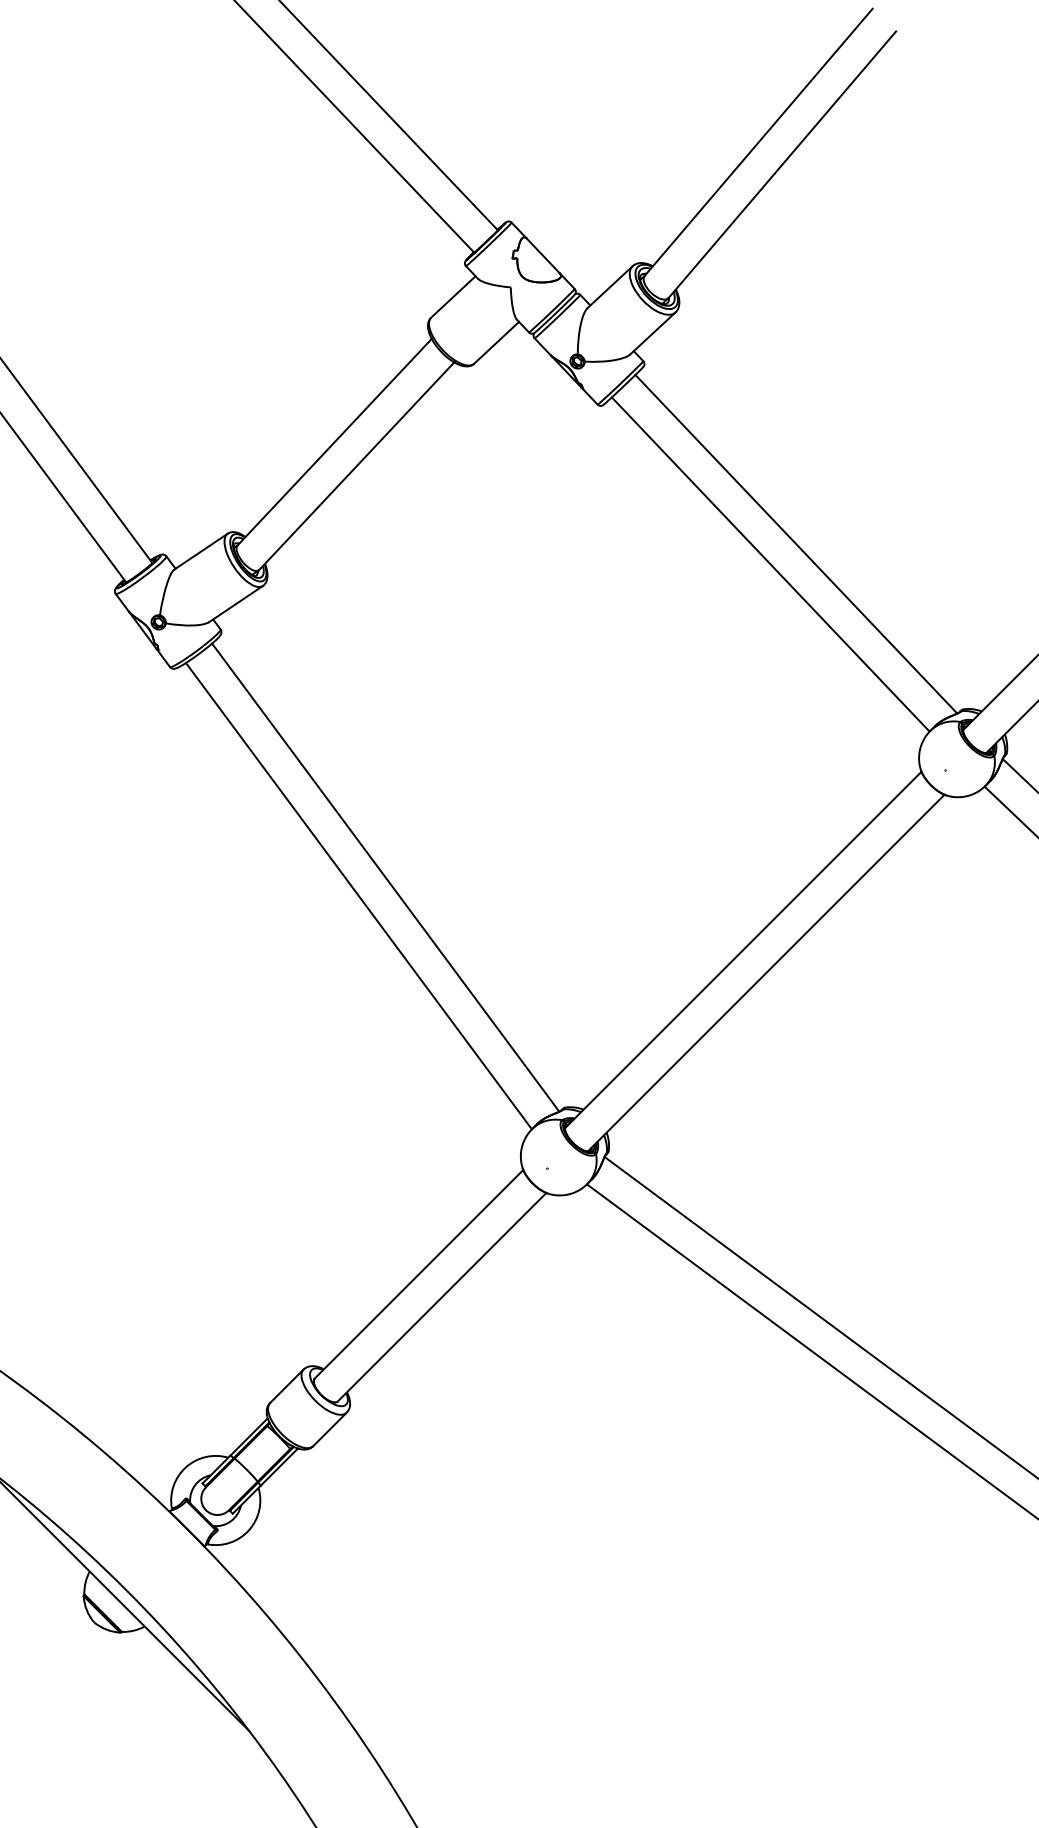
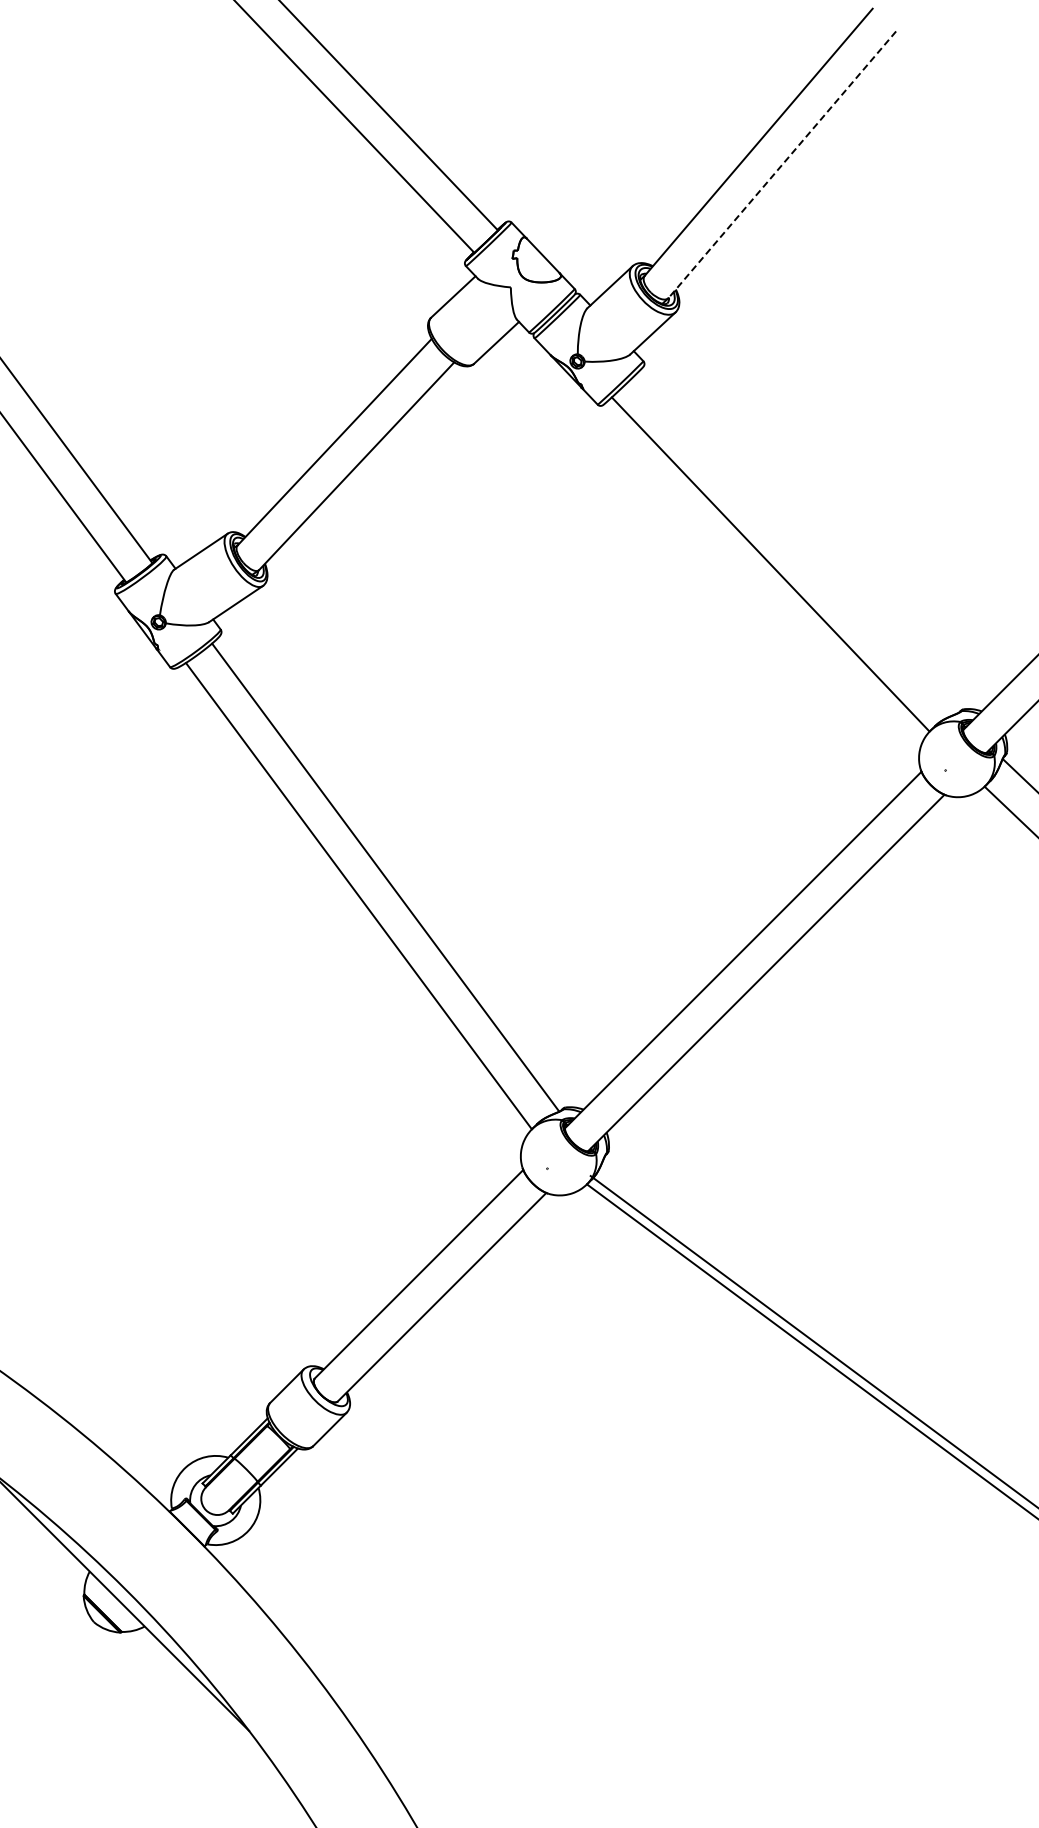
line at (782, 165): solid -> dashed
line at (796, 544): present -> none
line at (819, 1316) position: (819, 1316) -> (812, 1340)
